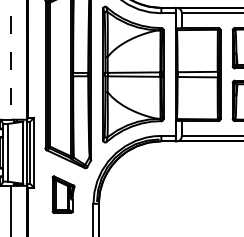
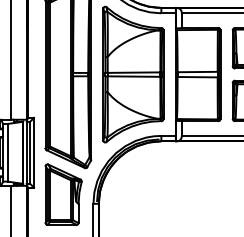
line at (11, 60): dashed -> solid
part at (63, 194) size: 25x39 px -> 39x63 px
